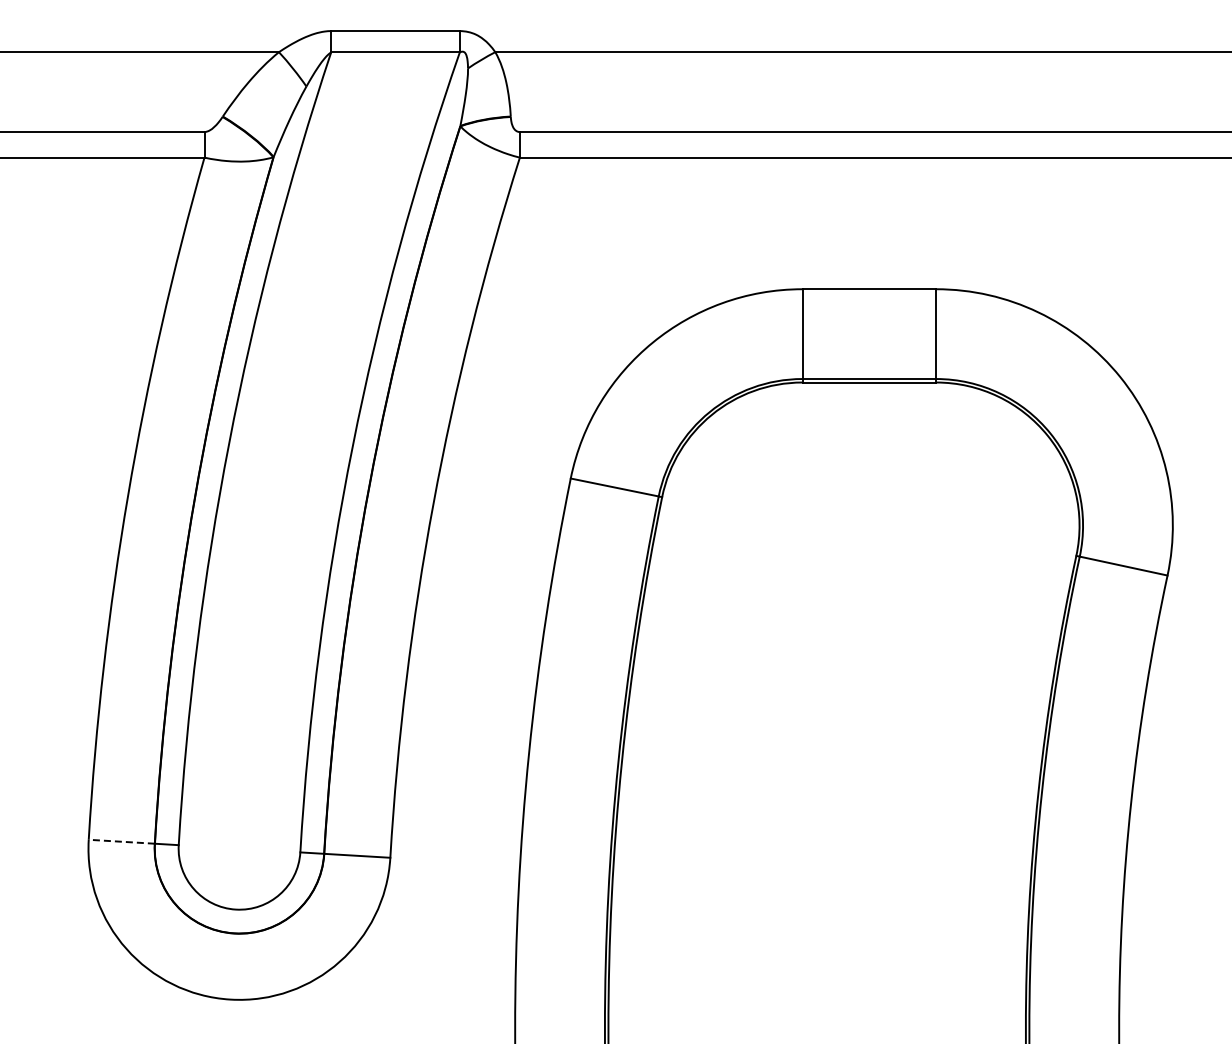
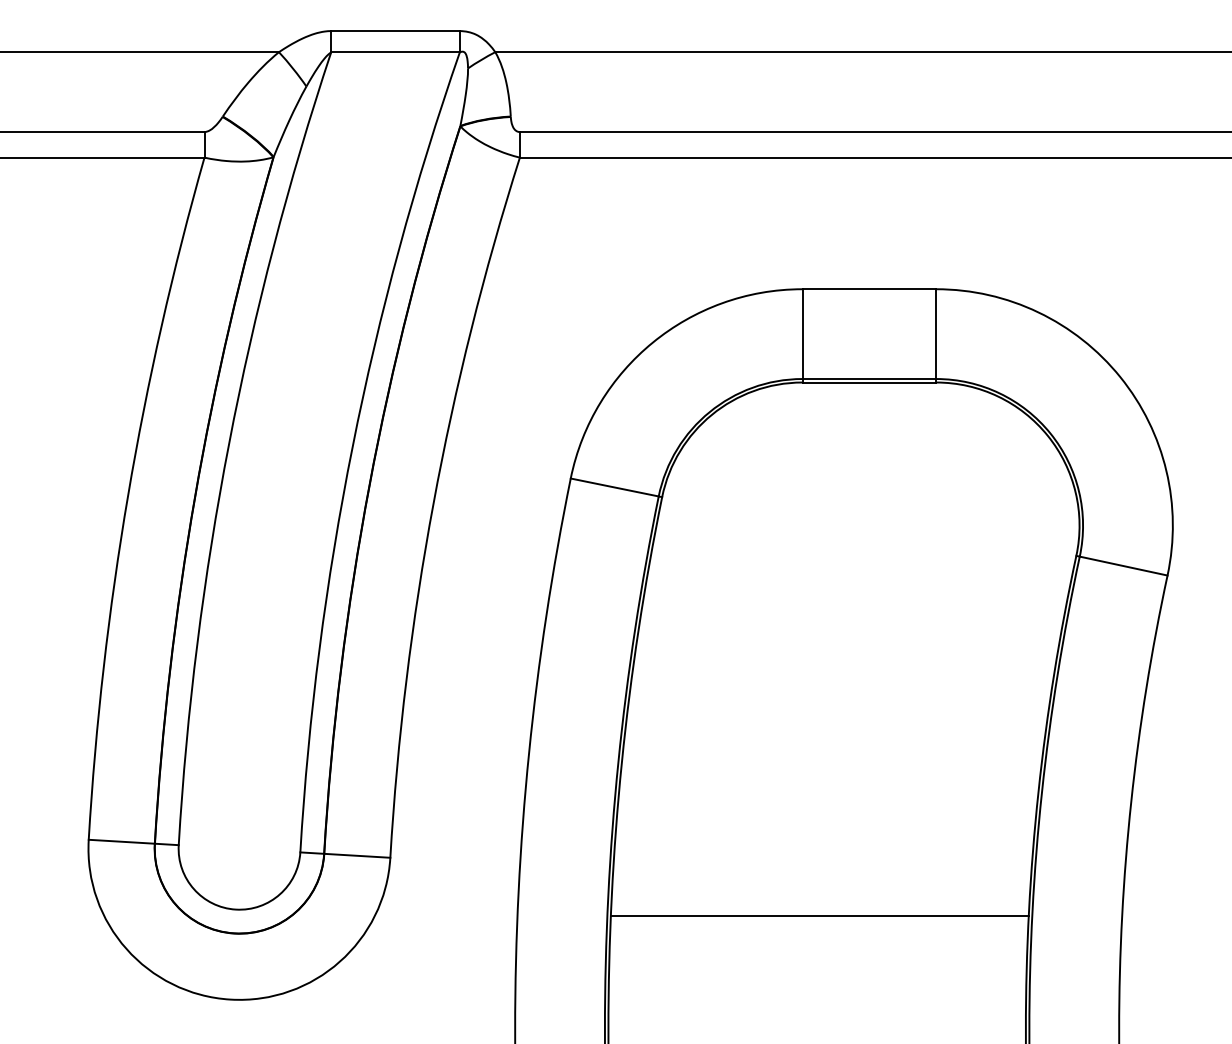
line at (121, 841): dashed -> solid
line at (819, 916): none -> present
